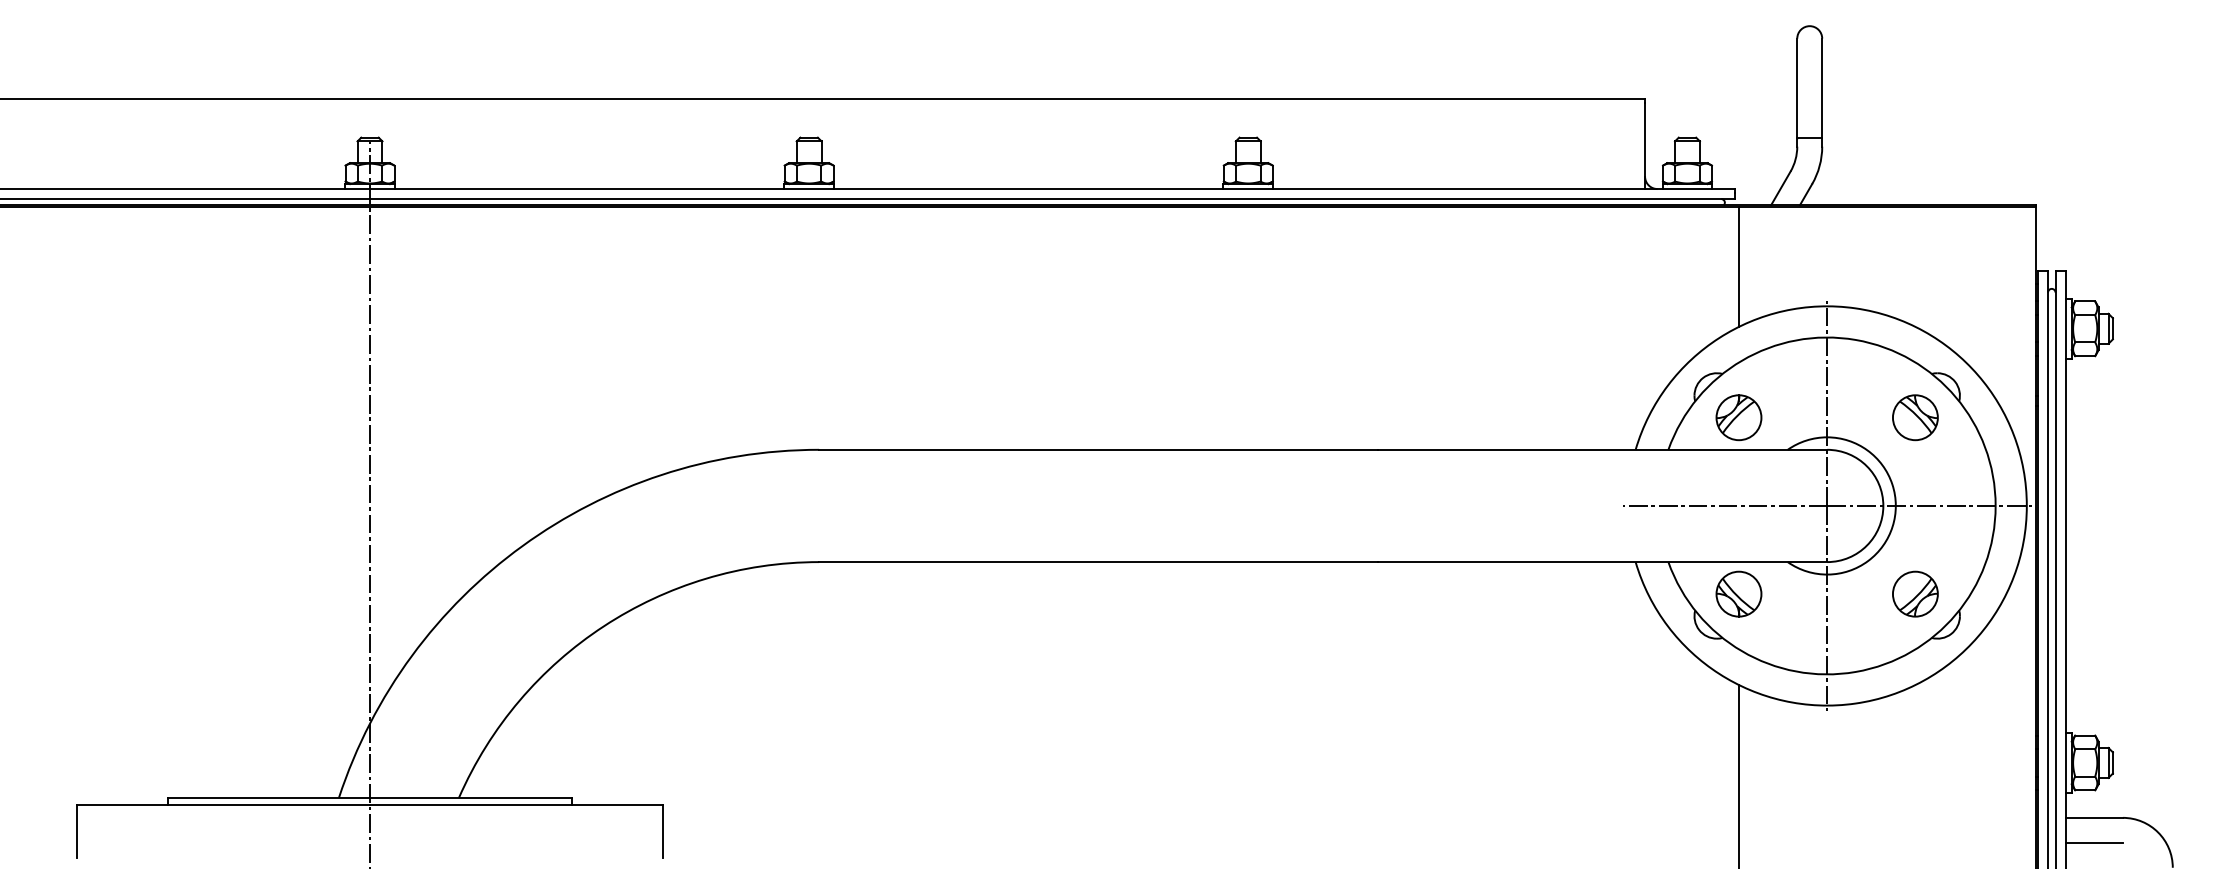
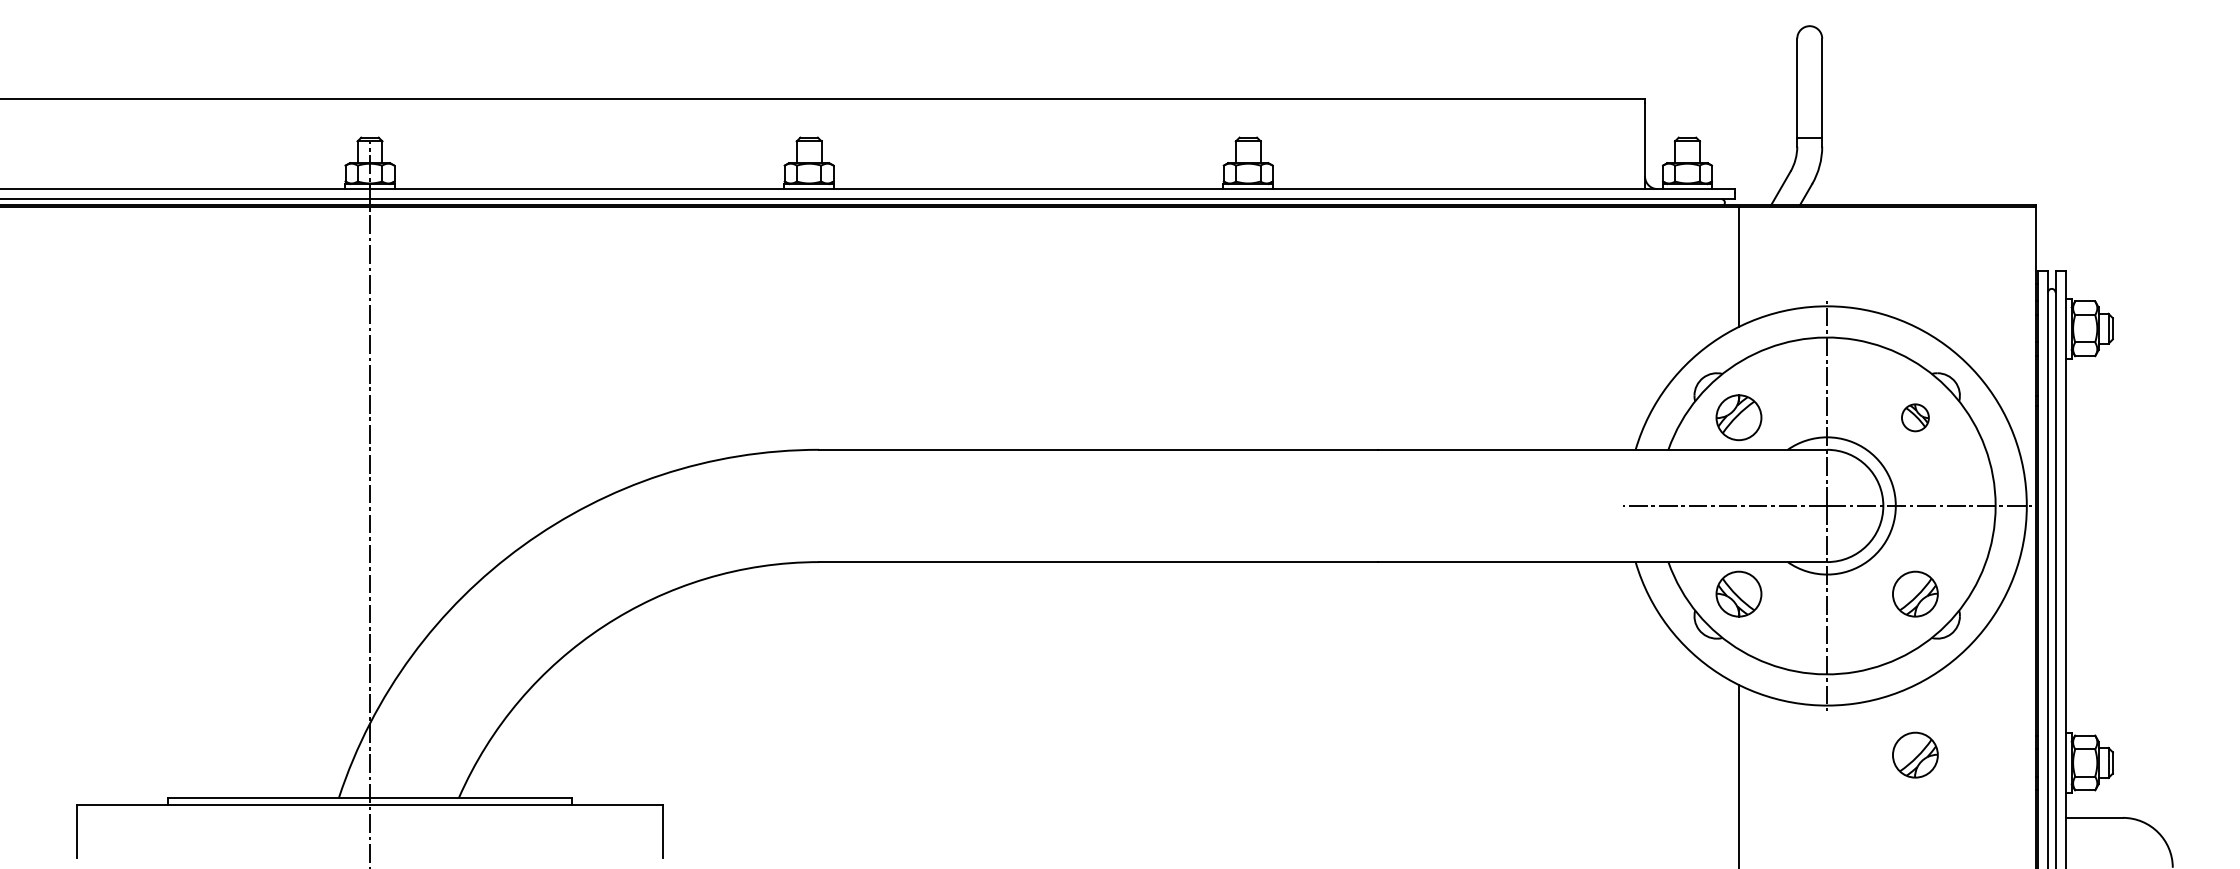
part at (1915, 417) size: 47x48 px -> 29x30 px
part at (1915, 754): none -> present
line at (2093, 842): present -> none
